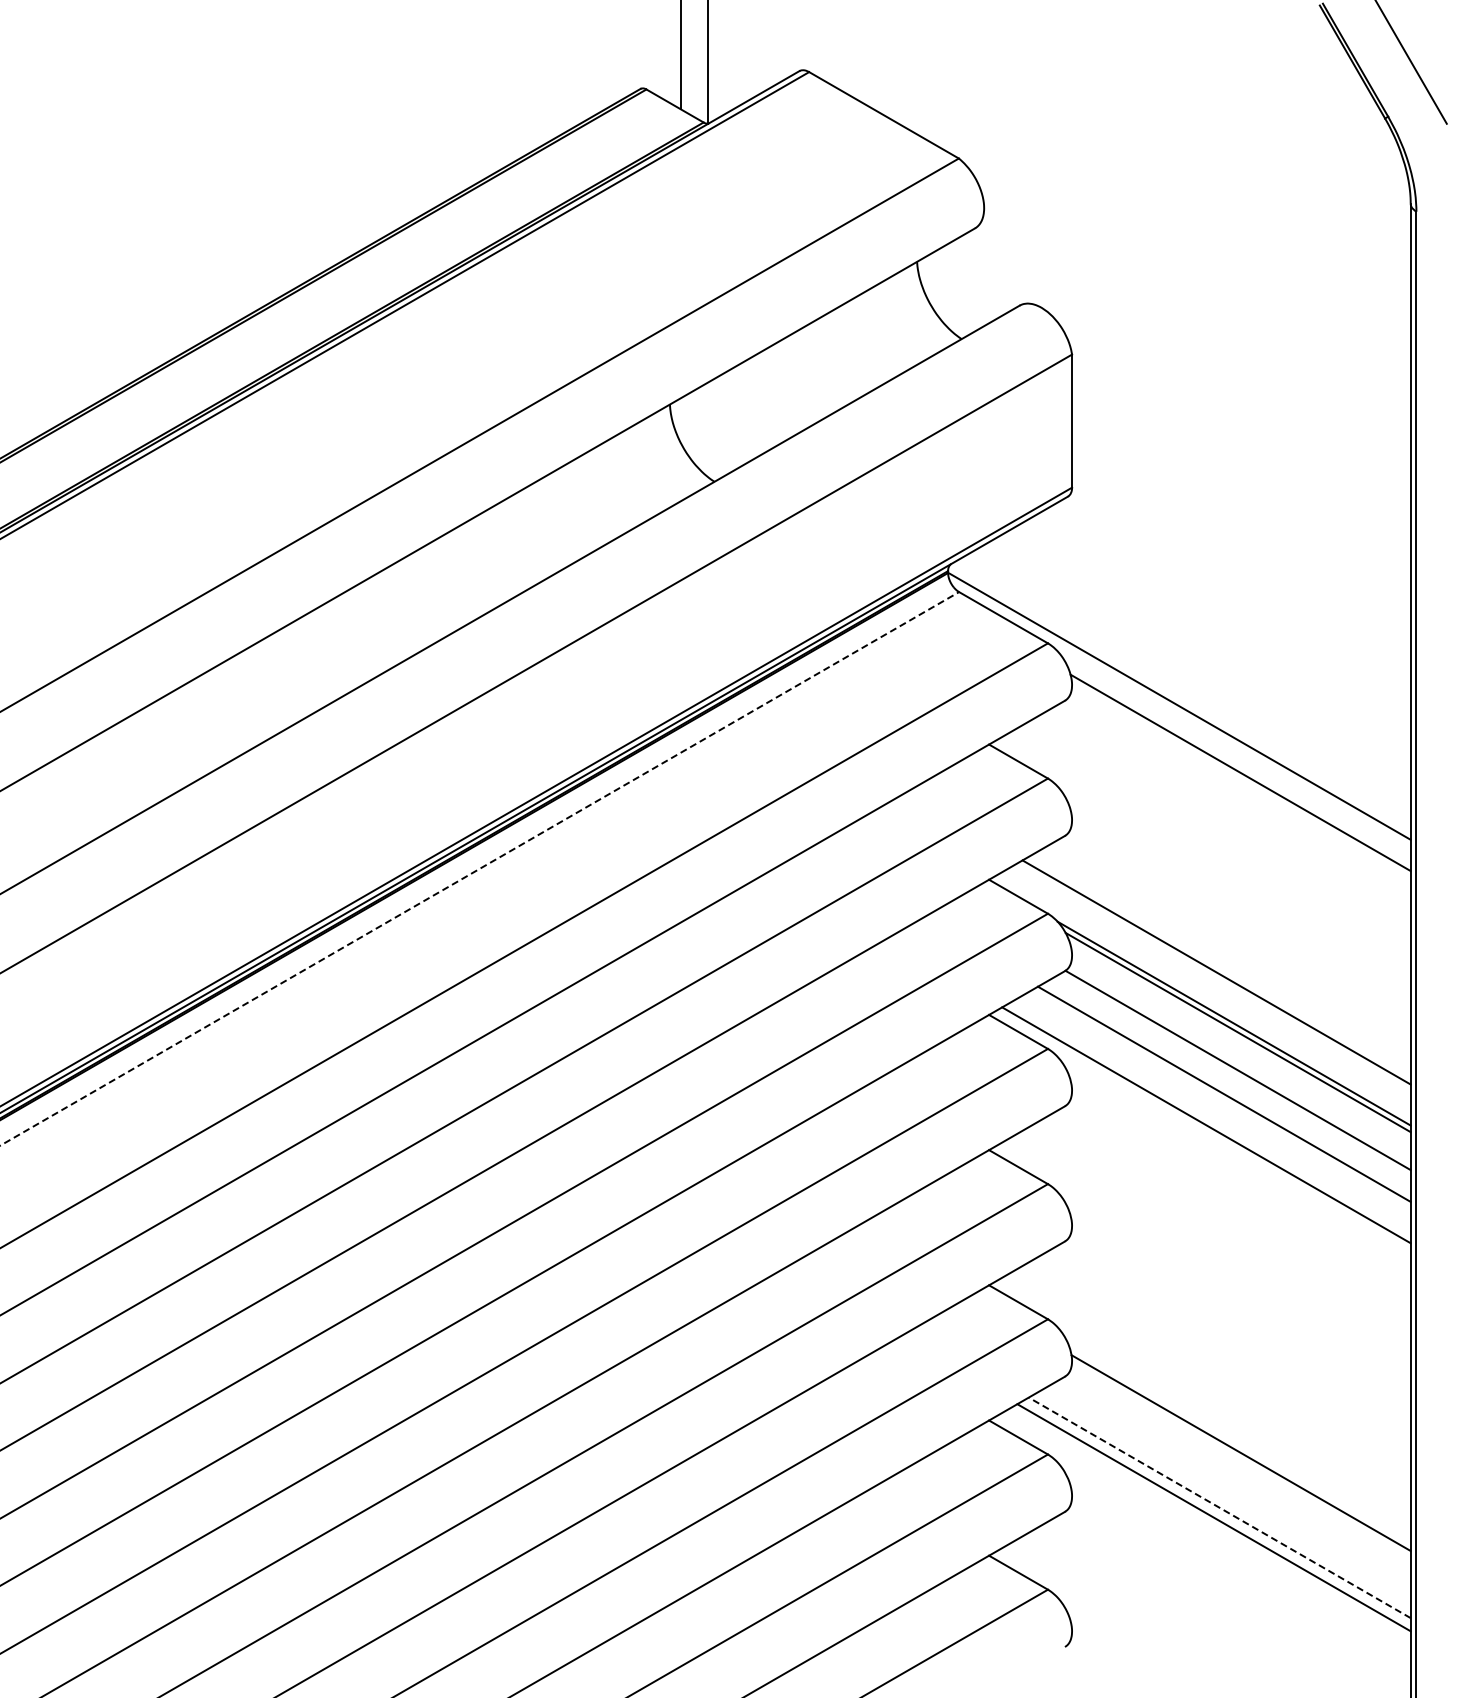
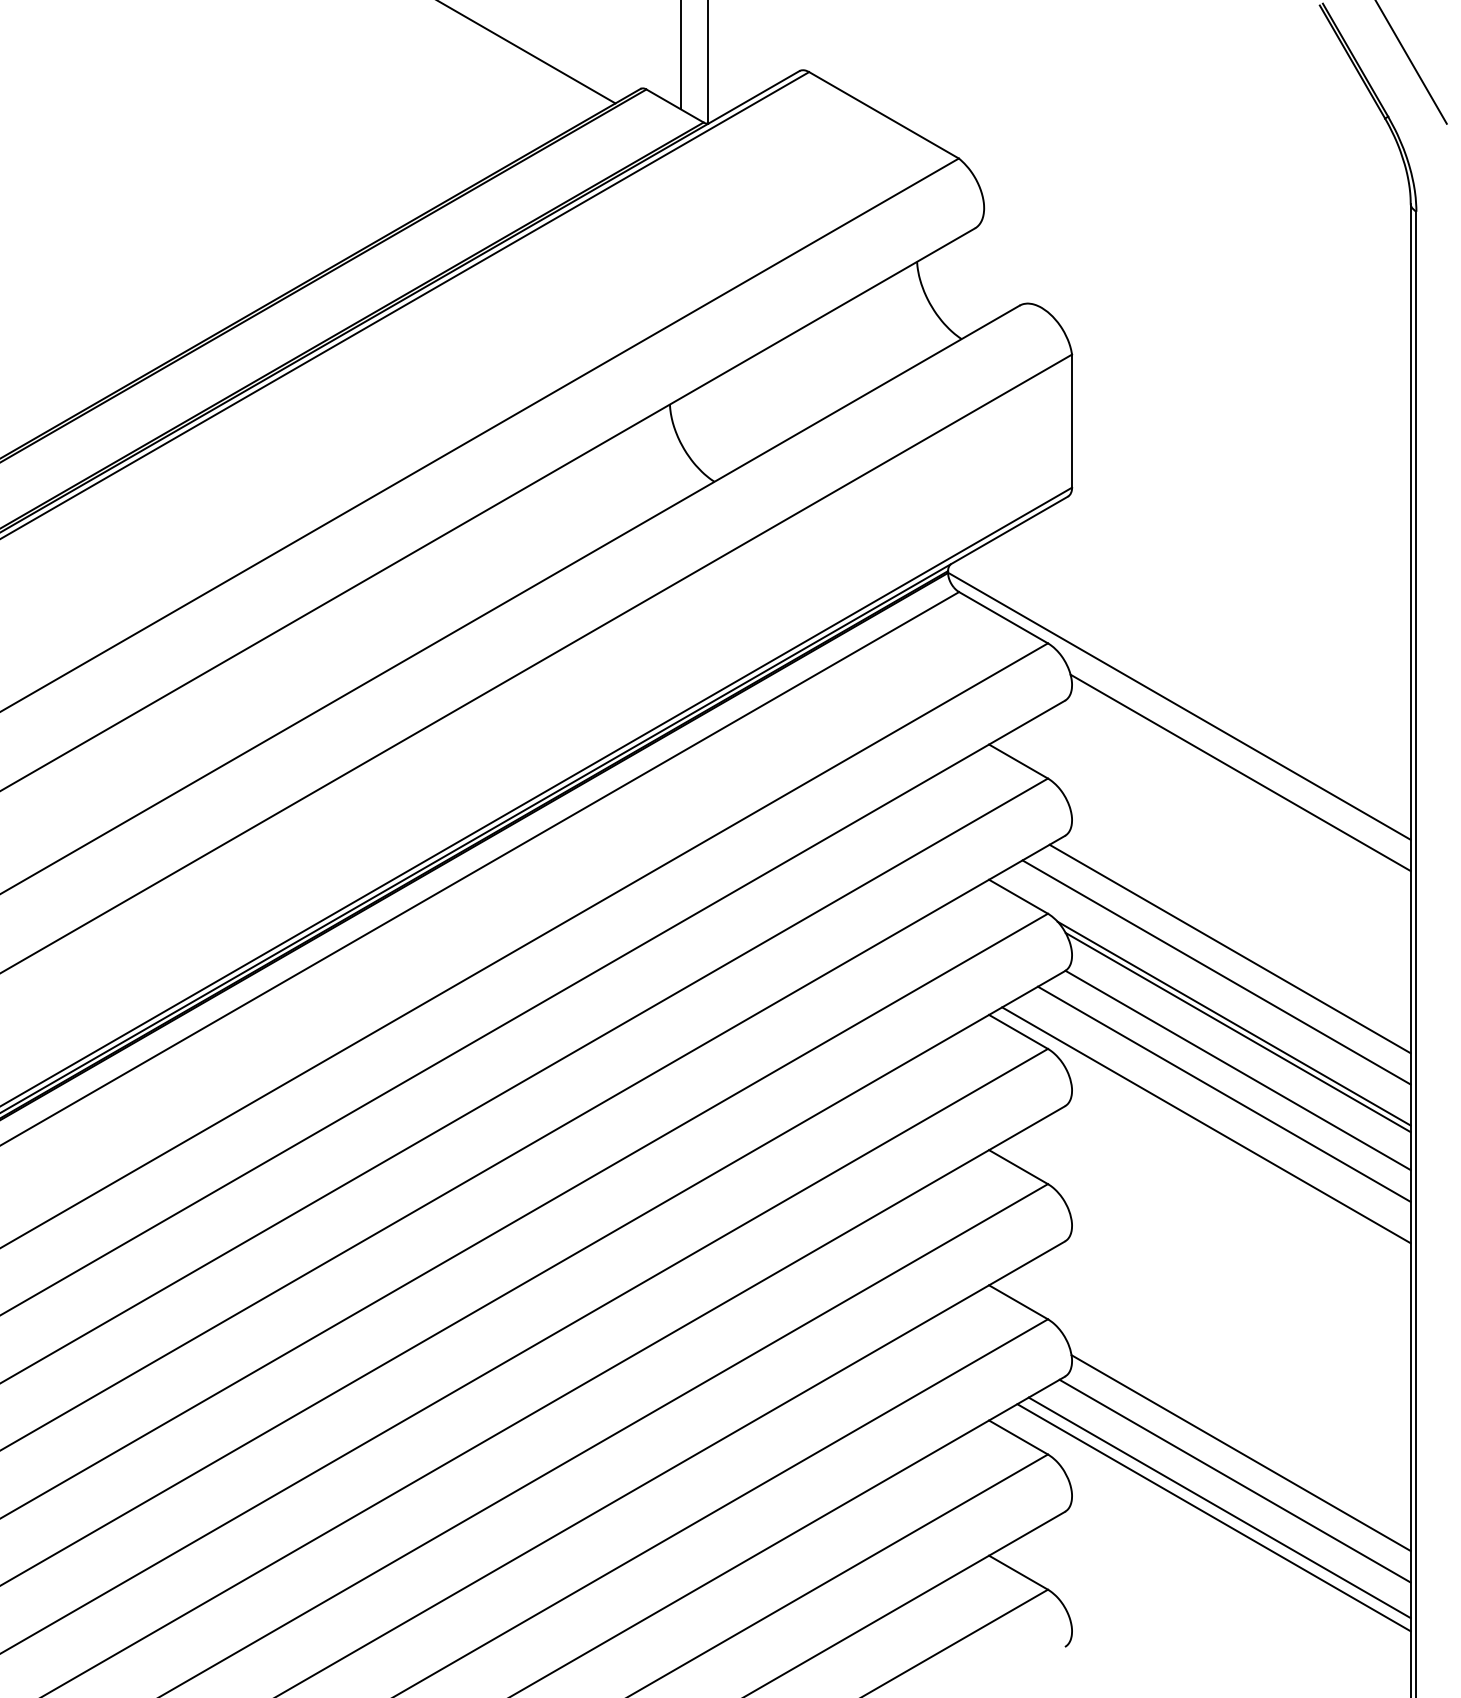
line at (527, 52): none -> present
line at (480, 868): dashed -> solid
line at (1229, 948): none -> present
line at (1234, 1480): none -> present
line at (1219, 1507): dashed -> solid
